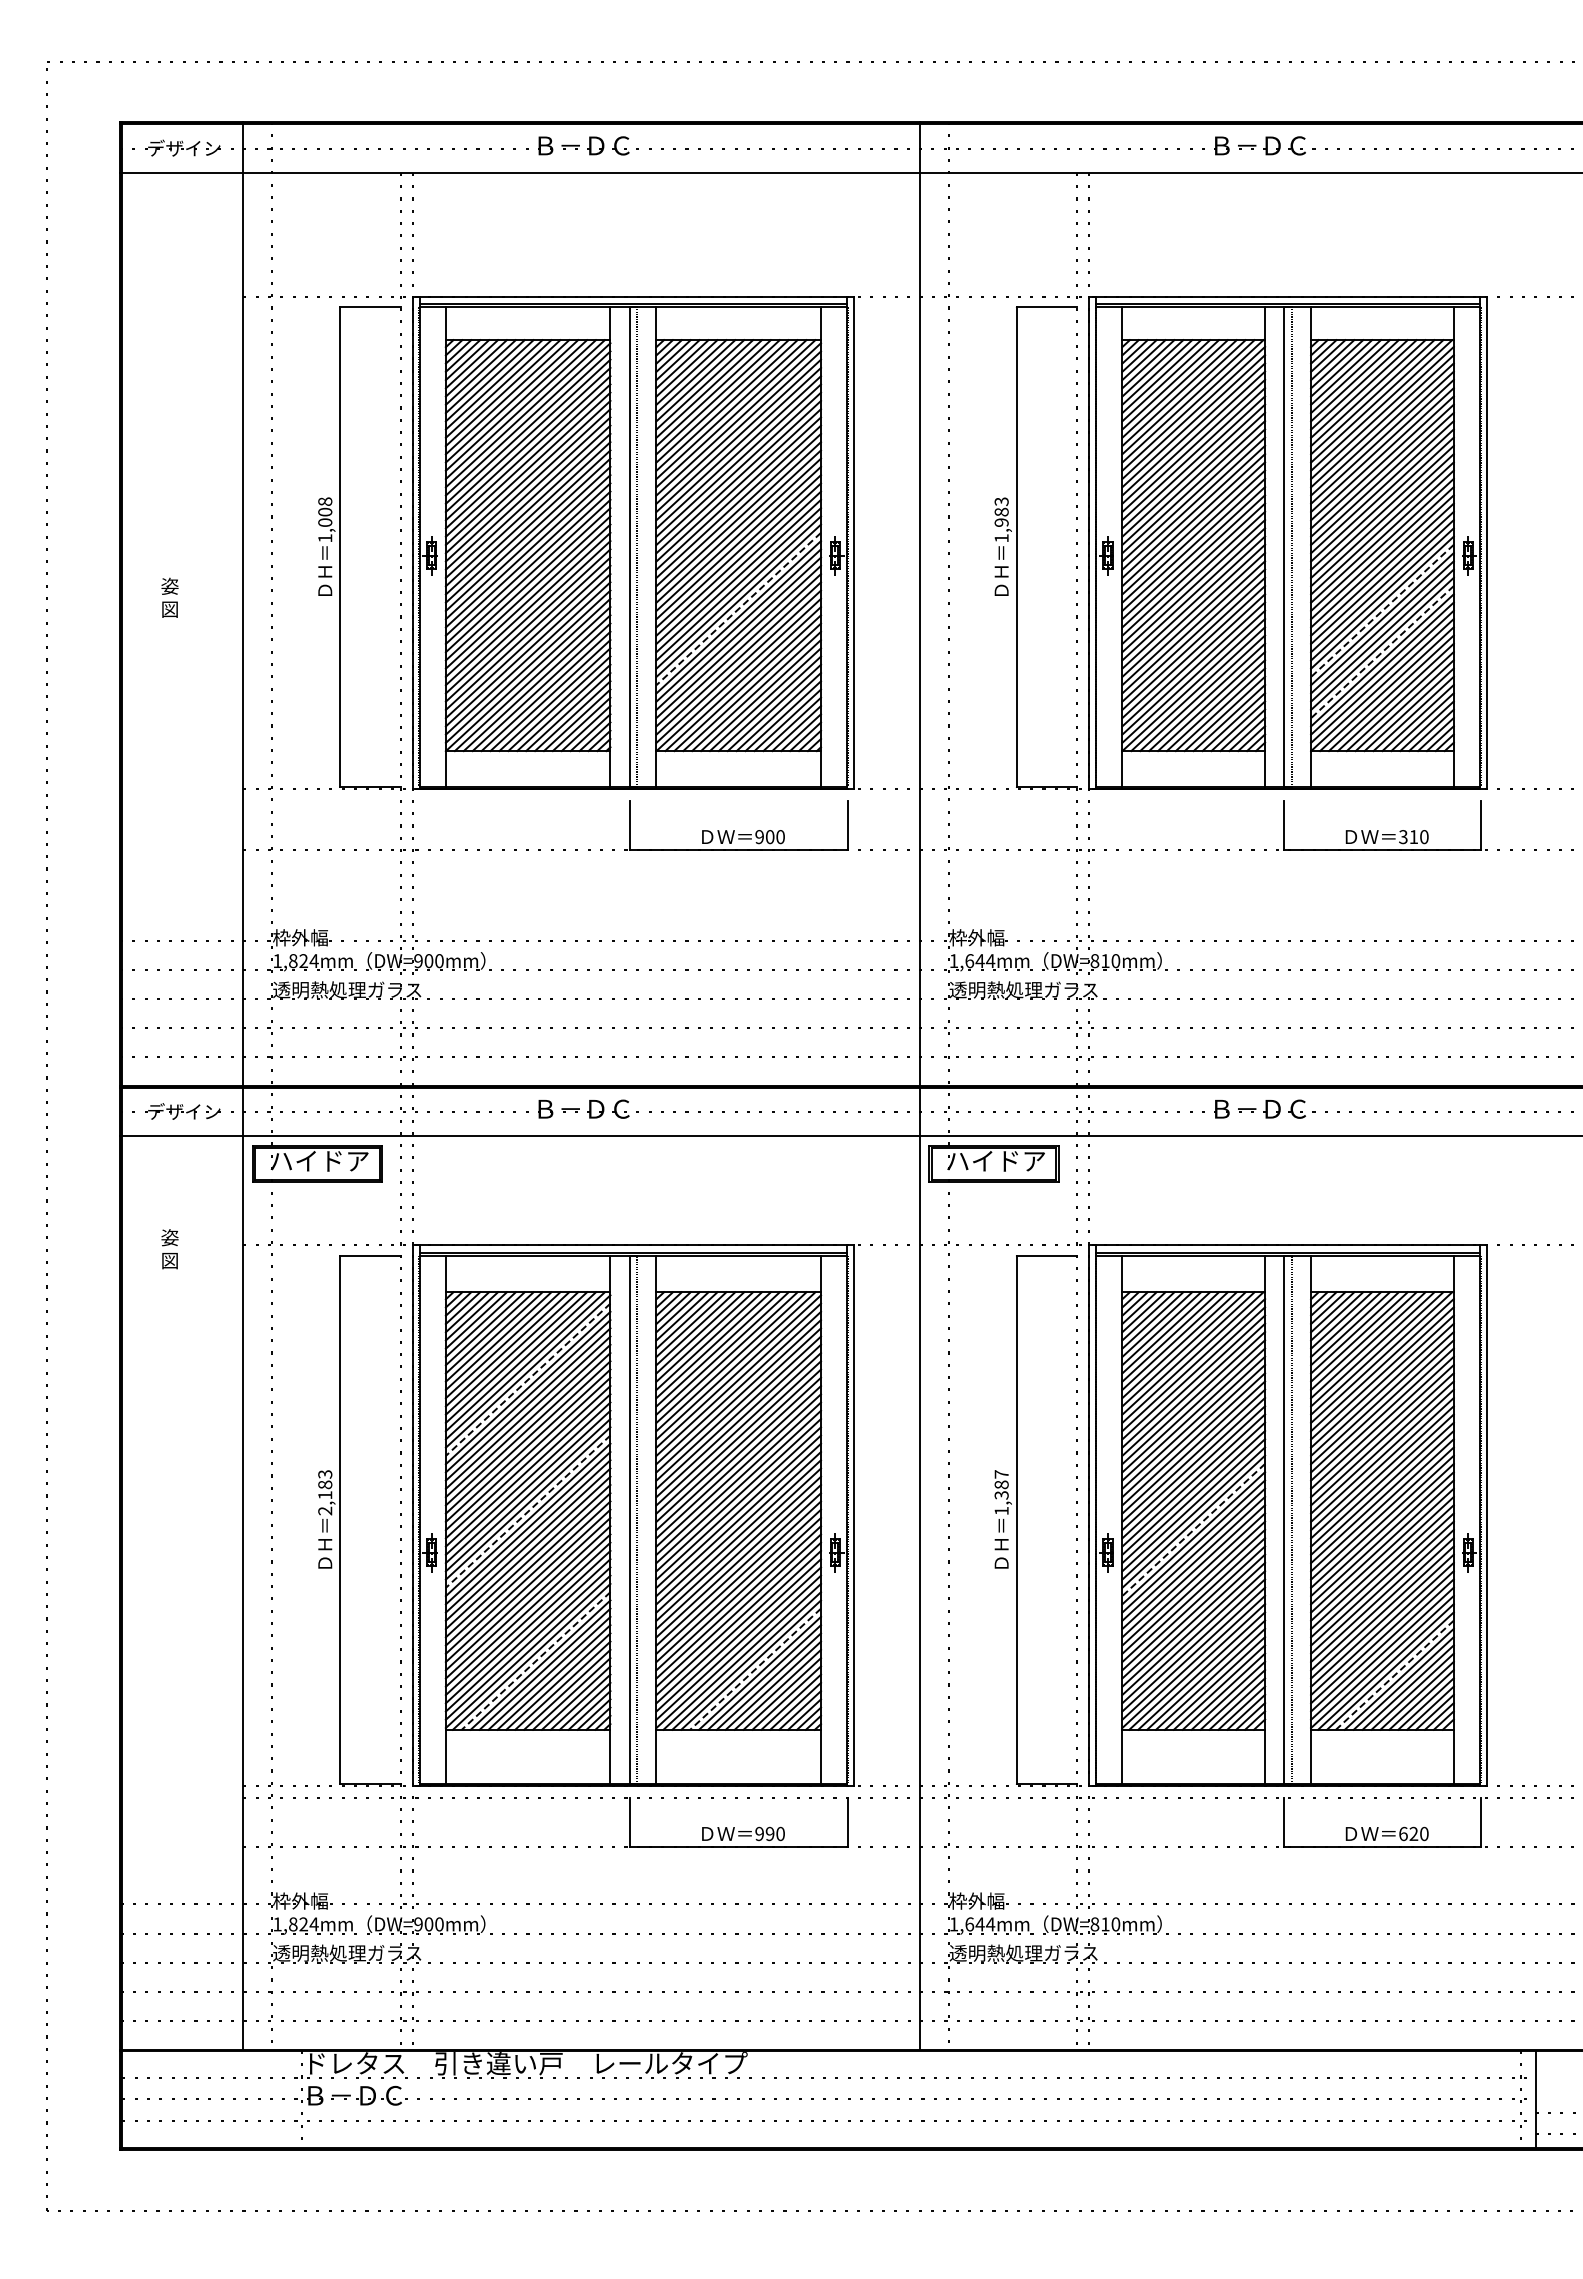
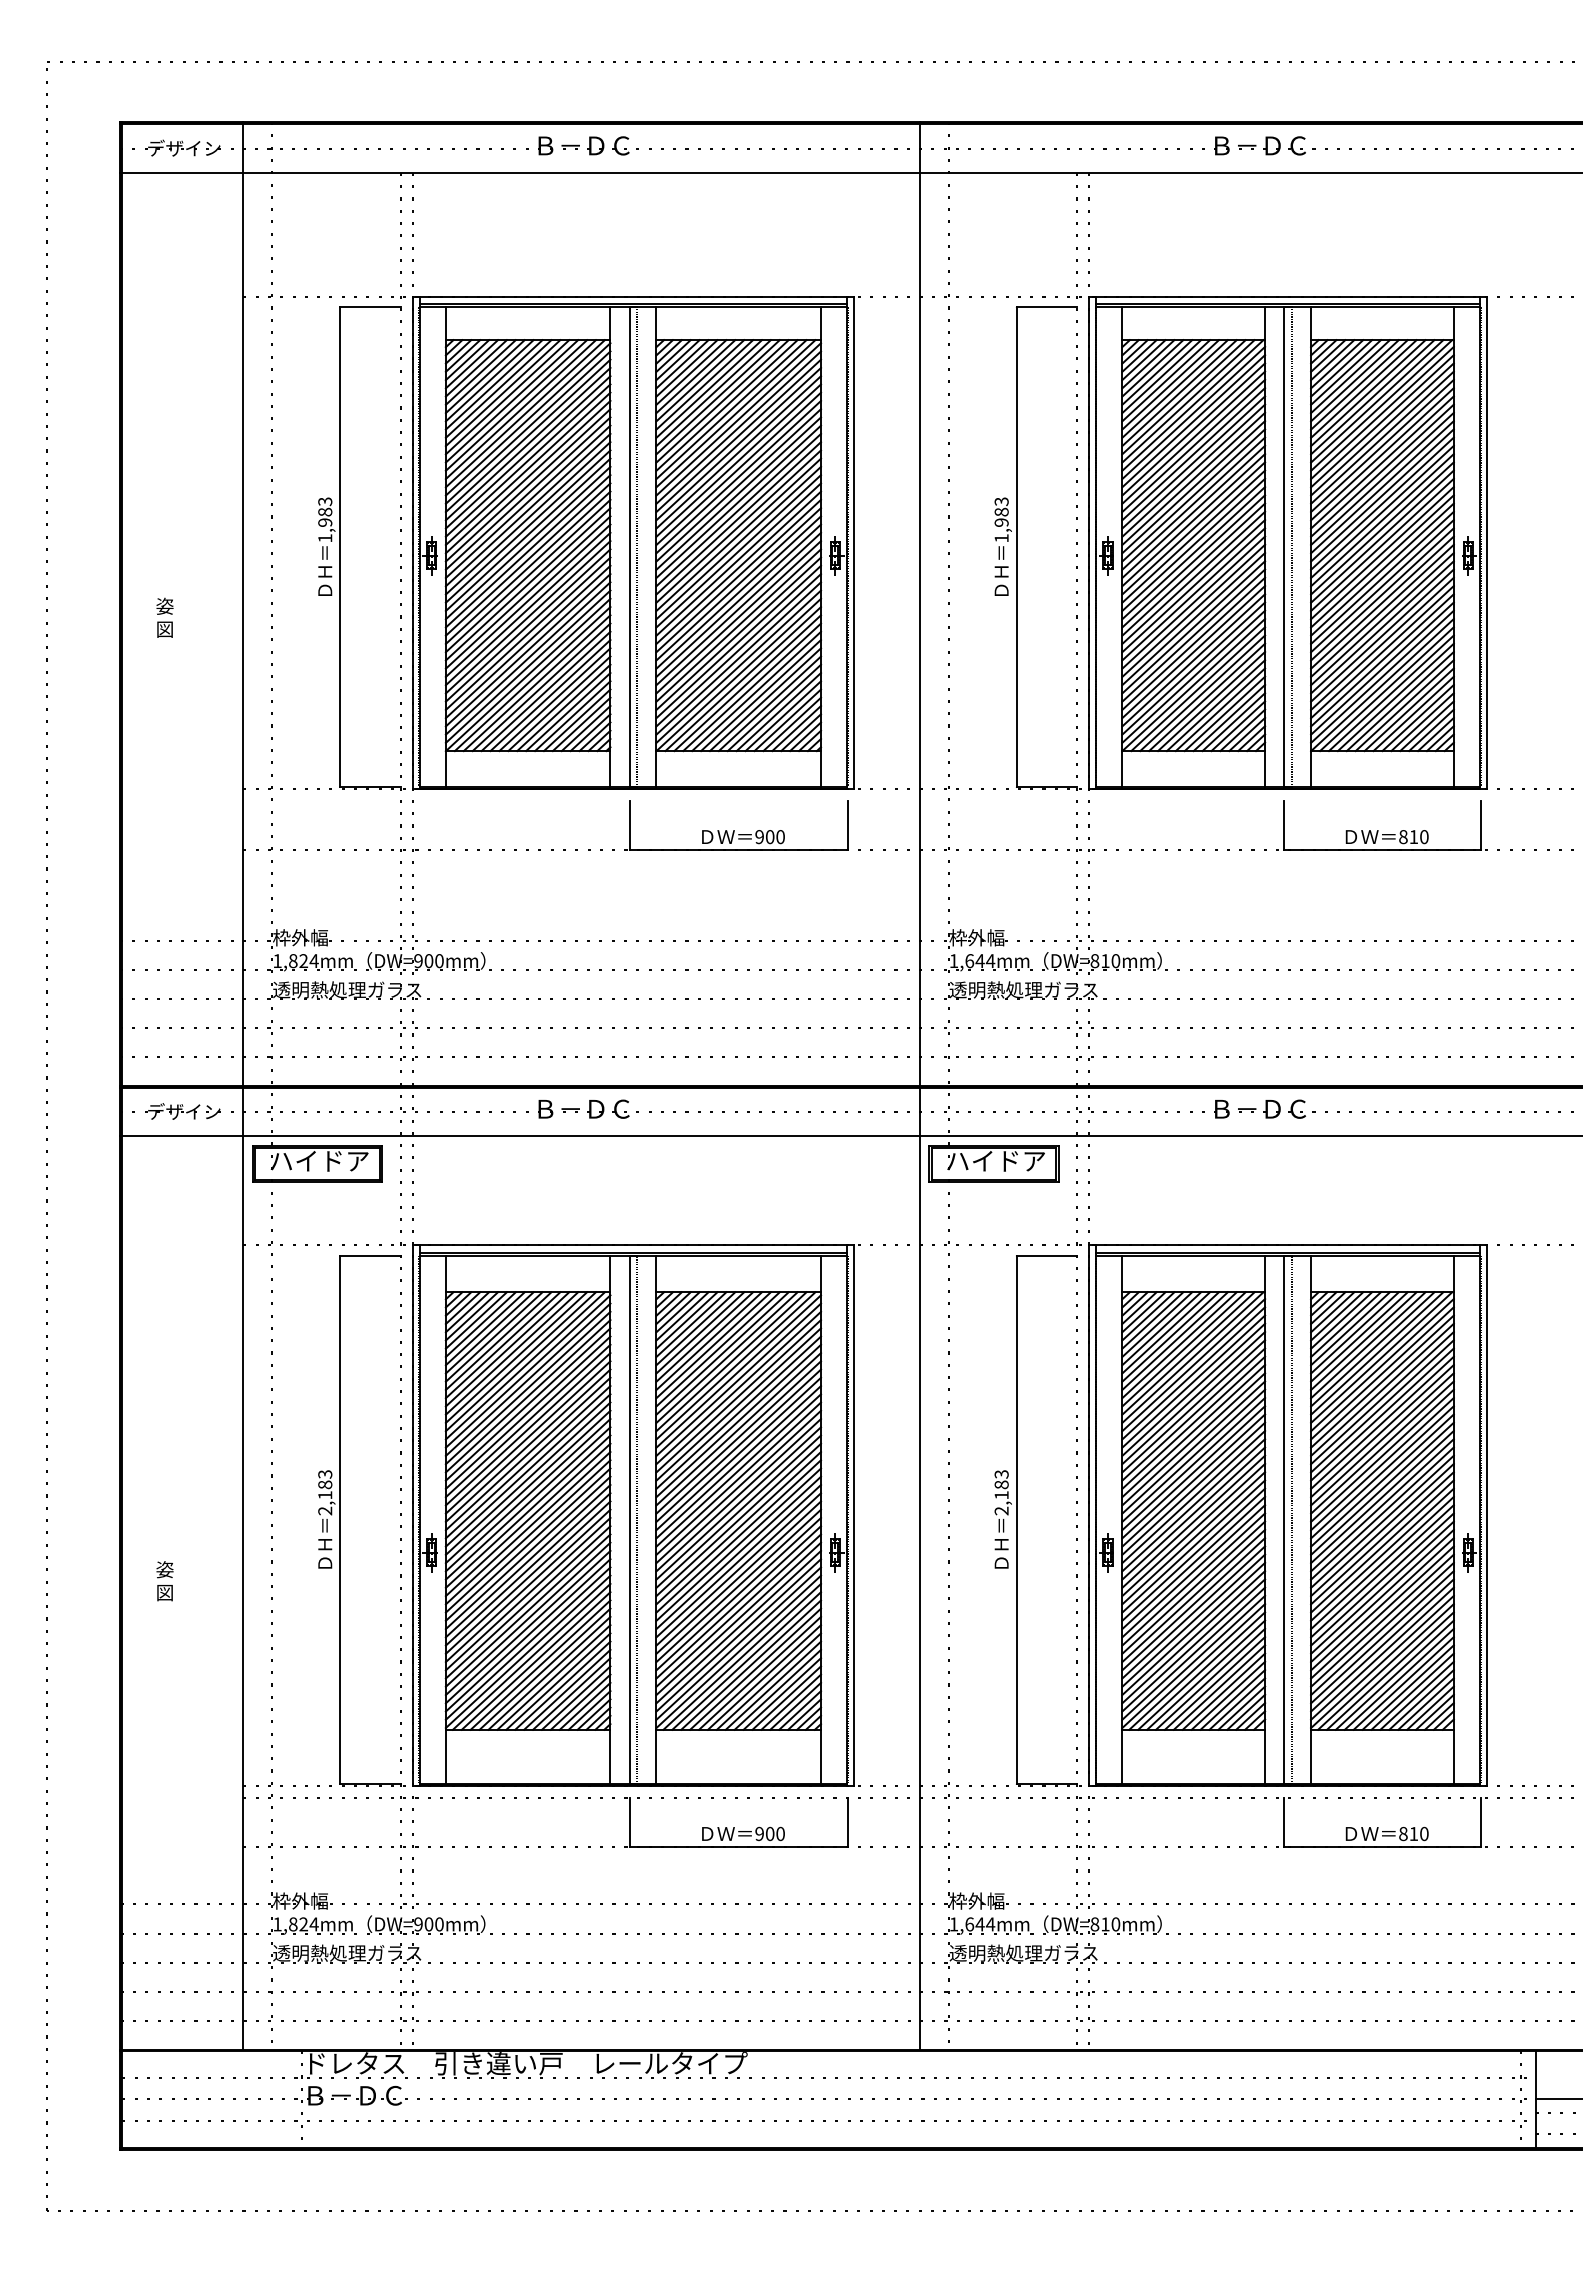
text at (325, 511): 1,008 -> 1,983
text at (169, 597) position: (169, 597) -> (164, 617)
line at (738, 609): dashed -> solid
line at (1382, 611): dashed -> solid
line at (1382, 652): dashed -> solid
text at (1403, 836): 310 -> 810
text at (169, 1249) position: (169, 1249) -> (164, 1581)
line at (527, 1380): dashed -> solid
text at (1001, 1492): 1,387 -> 2,183
line at (527, 1512): dashed -> solid
line at (1193, 1530): dashed -> solid
line at (535, 1661): dashed -> solid
line at (755, 1669): dashed -> solid
line at (1394, 1675): dashed -> solid
text at (769, 1833): 990 -> 900
text at (1408, 1833): 620 -> 810
line at (1557, 2099): none -> present
